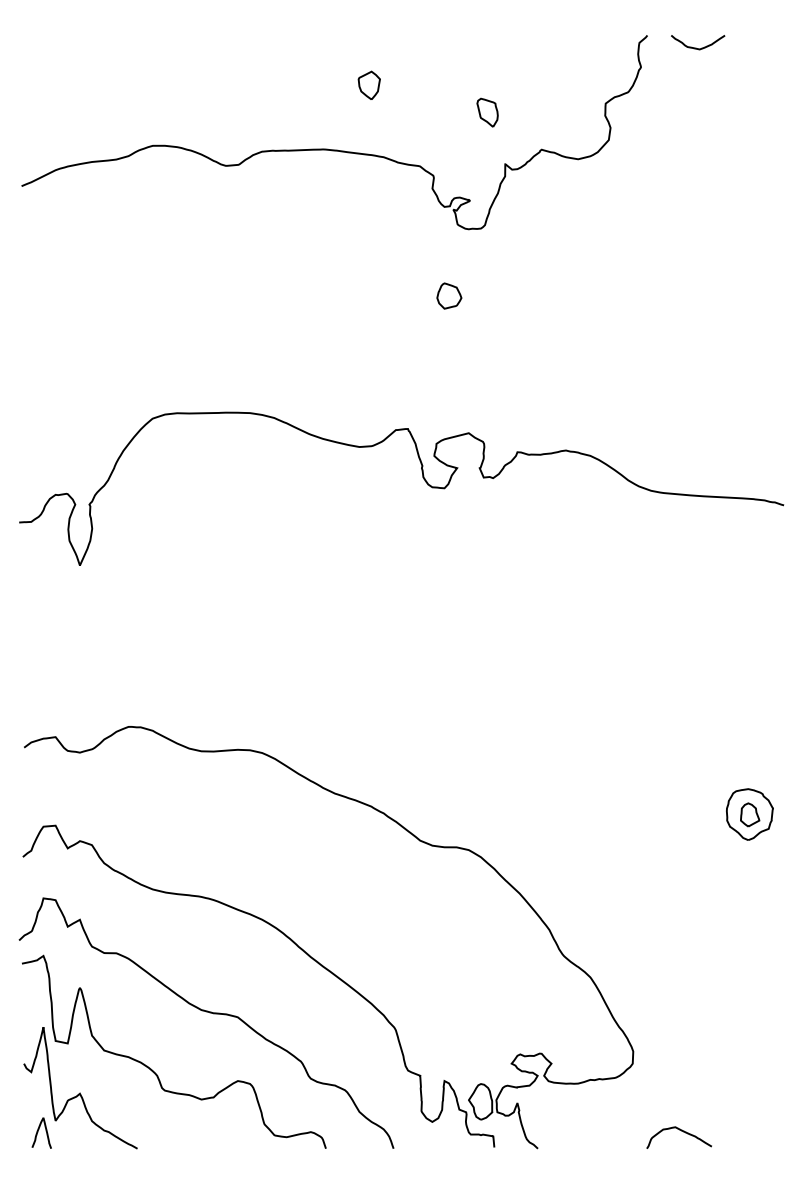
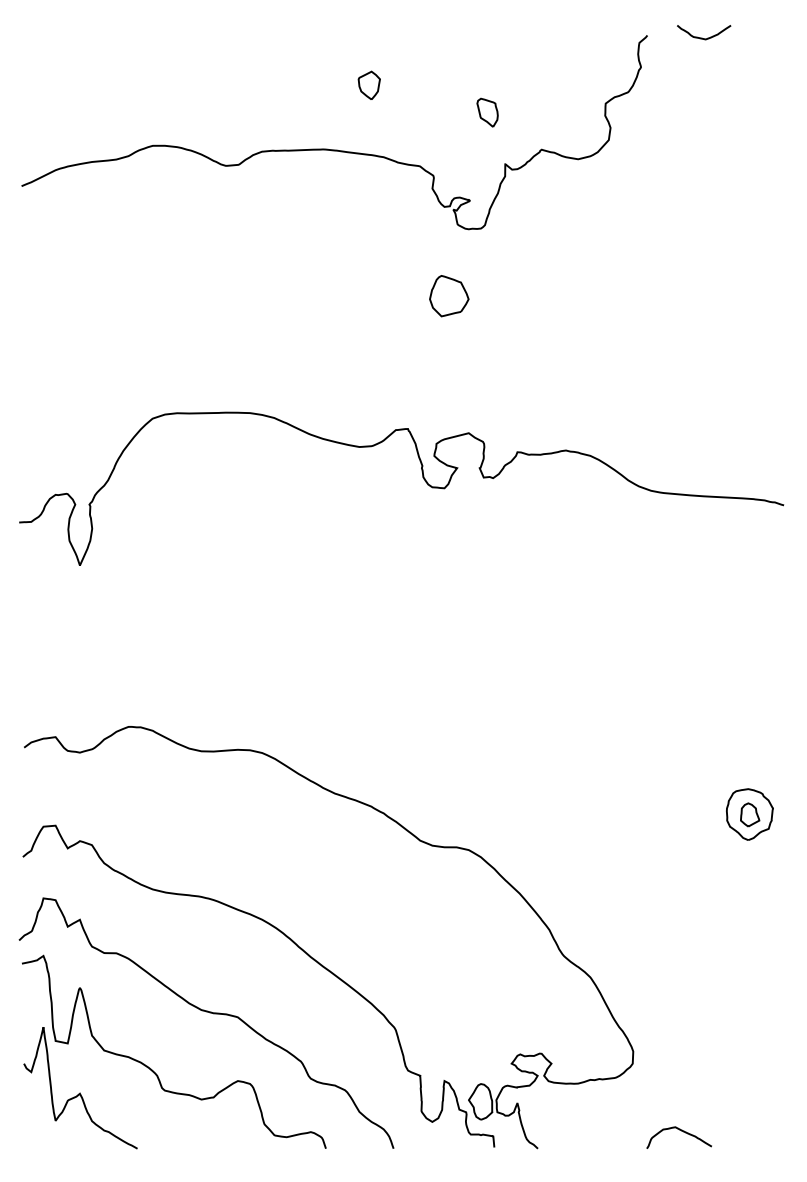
curve at (696, 47) position: (696, 47) -> (702, 37)
part at (449, 295) size: 27x28 px -> 41x43 px
curve at (38, 1132): present -> none
